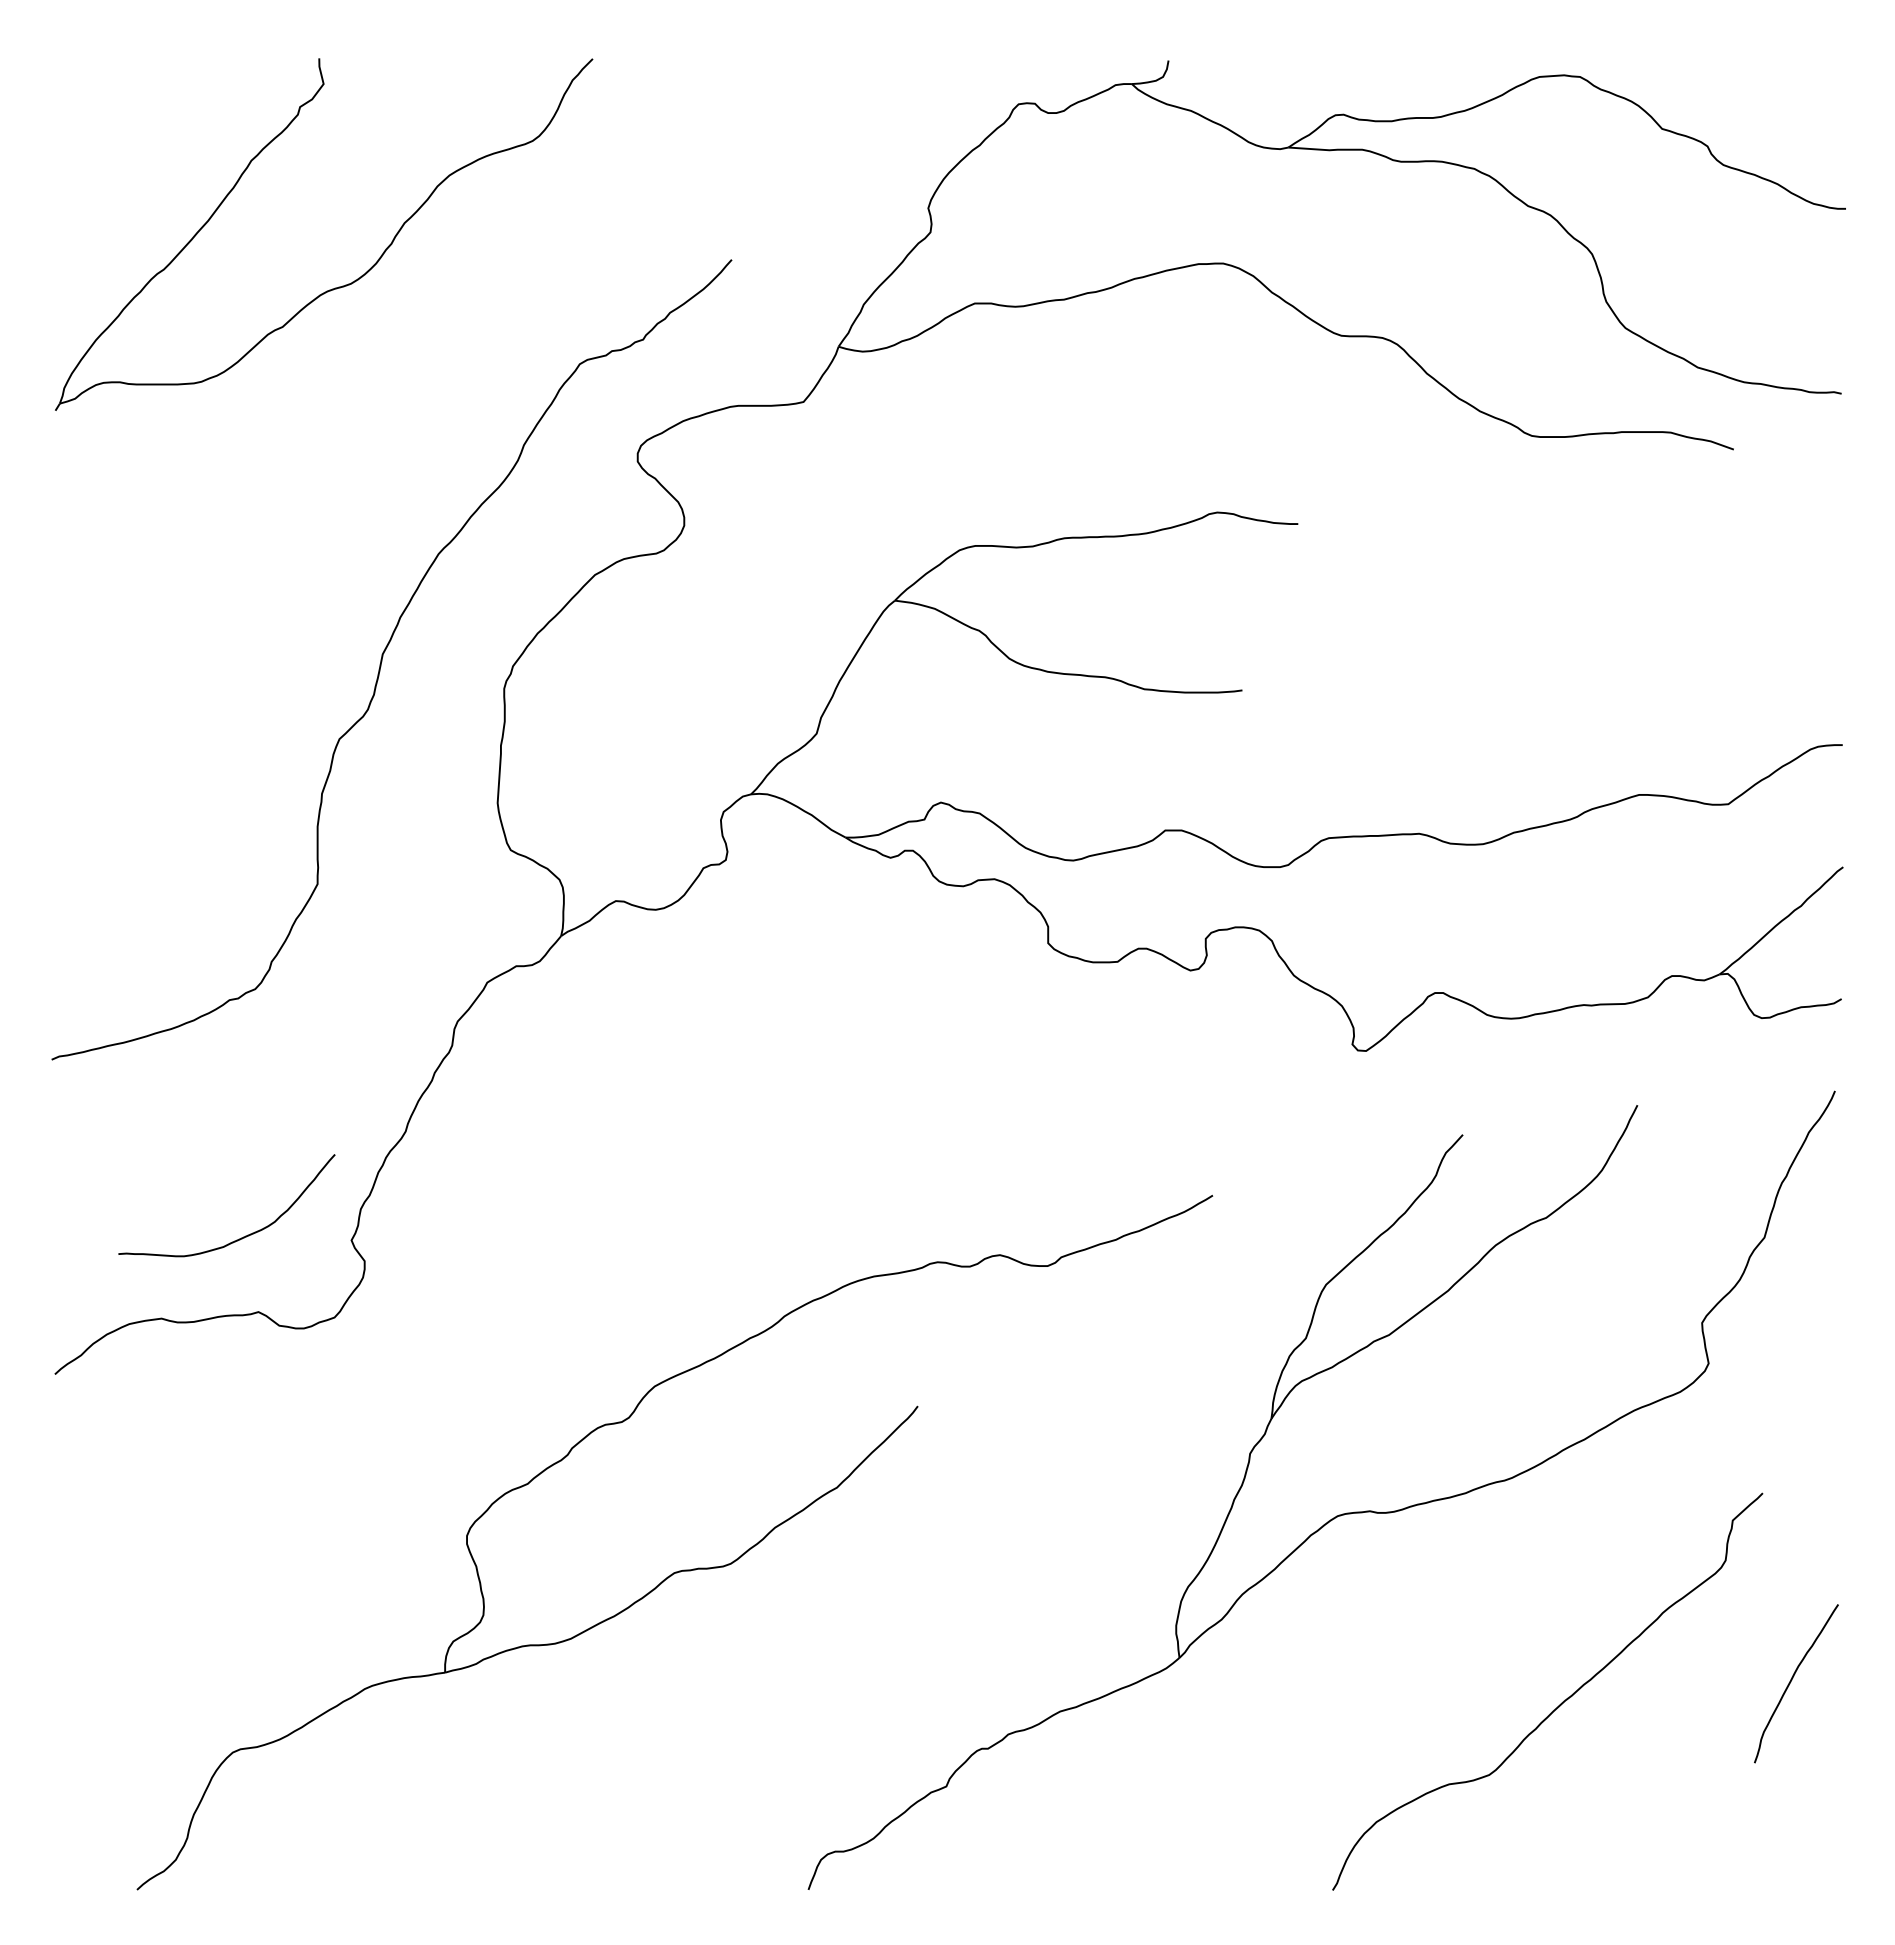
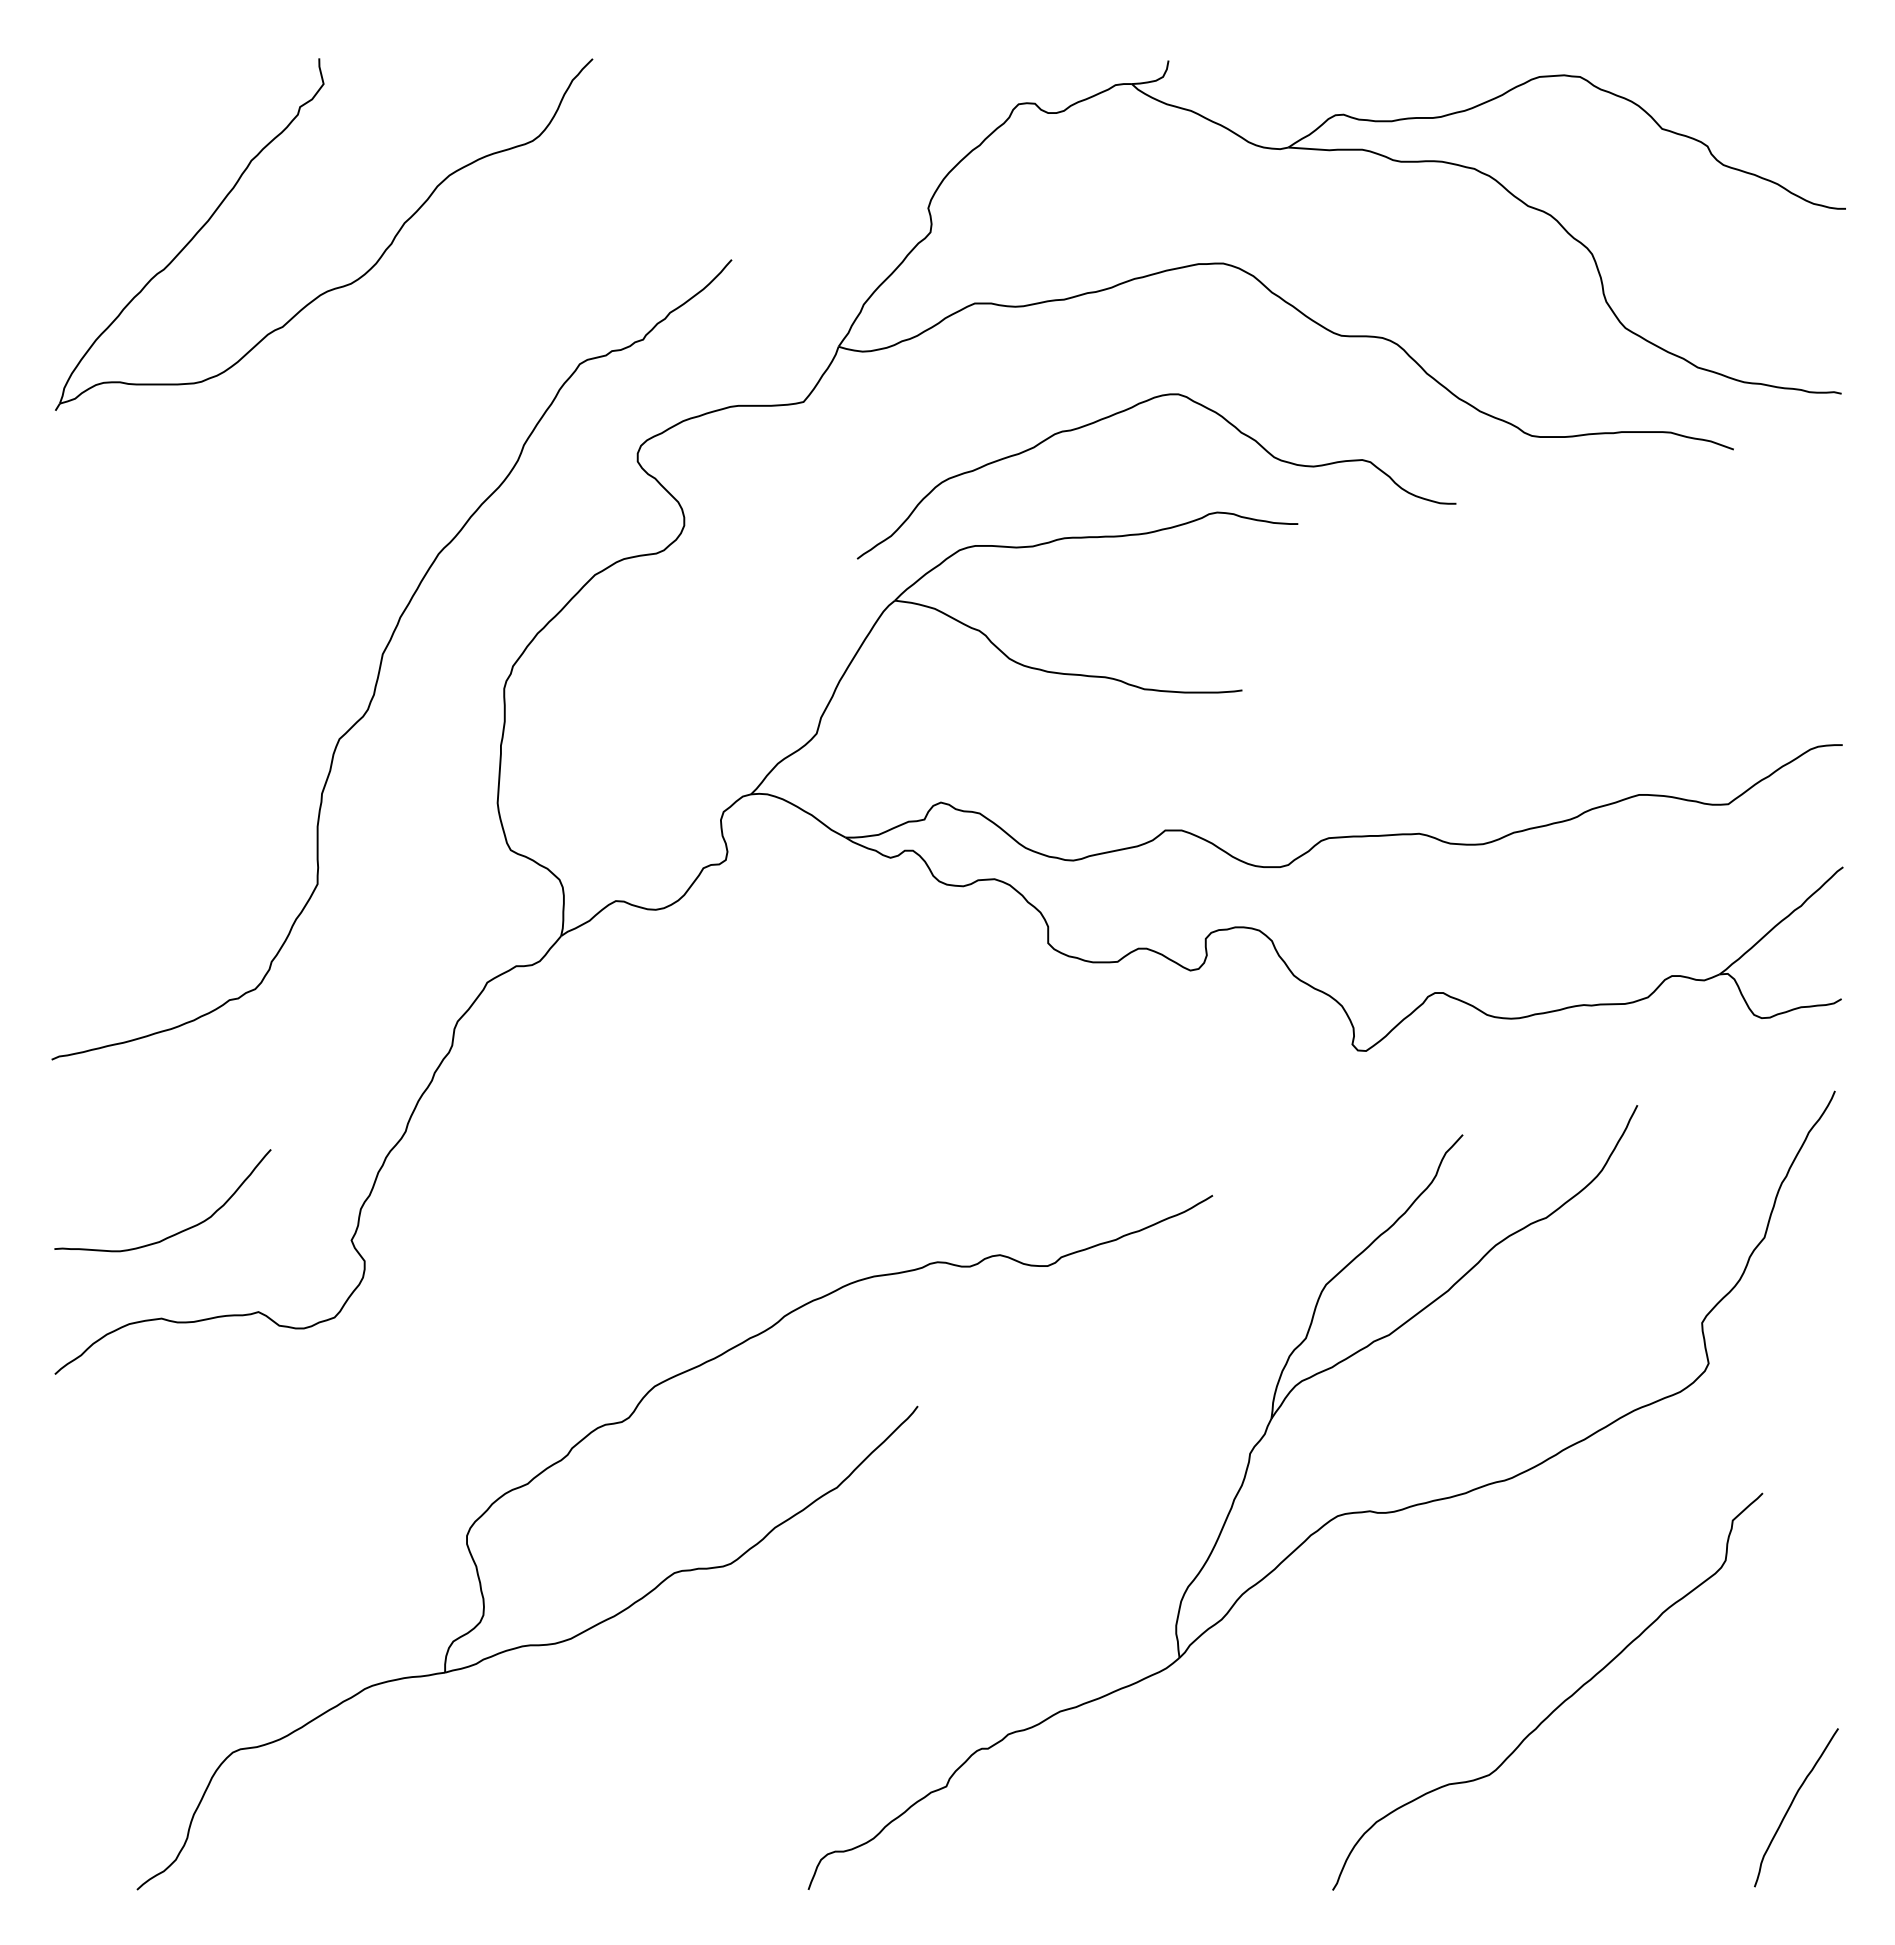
curve at (1130, 409): none -> present
curve at (241, 1237) position: (241, 1237) -> (177, 1232)
curve at (1792, 1680) position: (1792, 1680) -> (1792, 1804)
